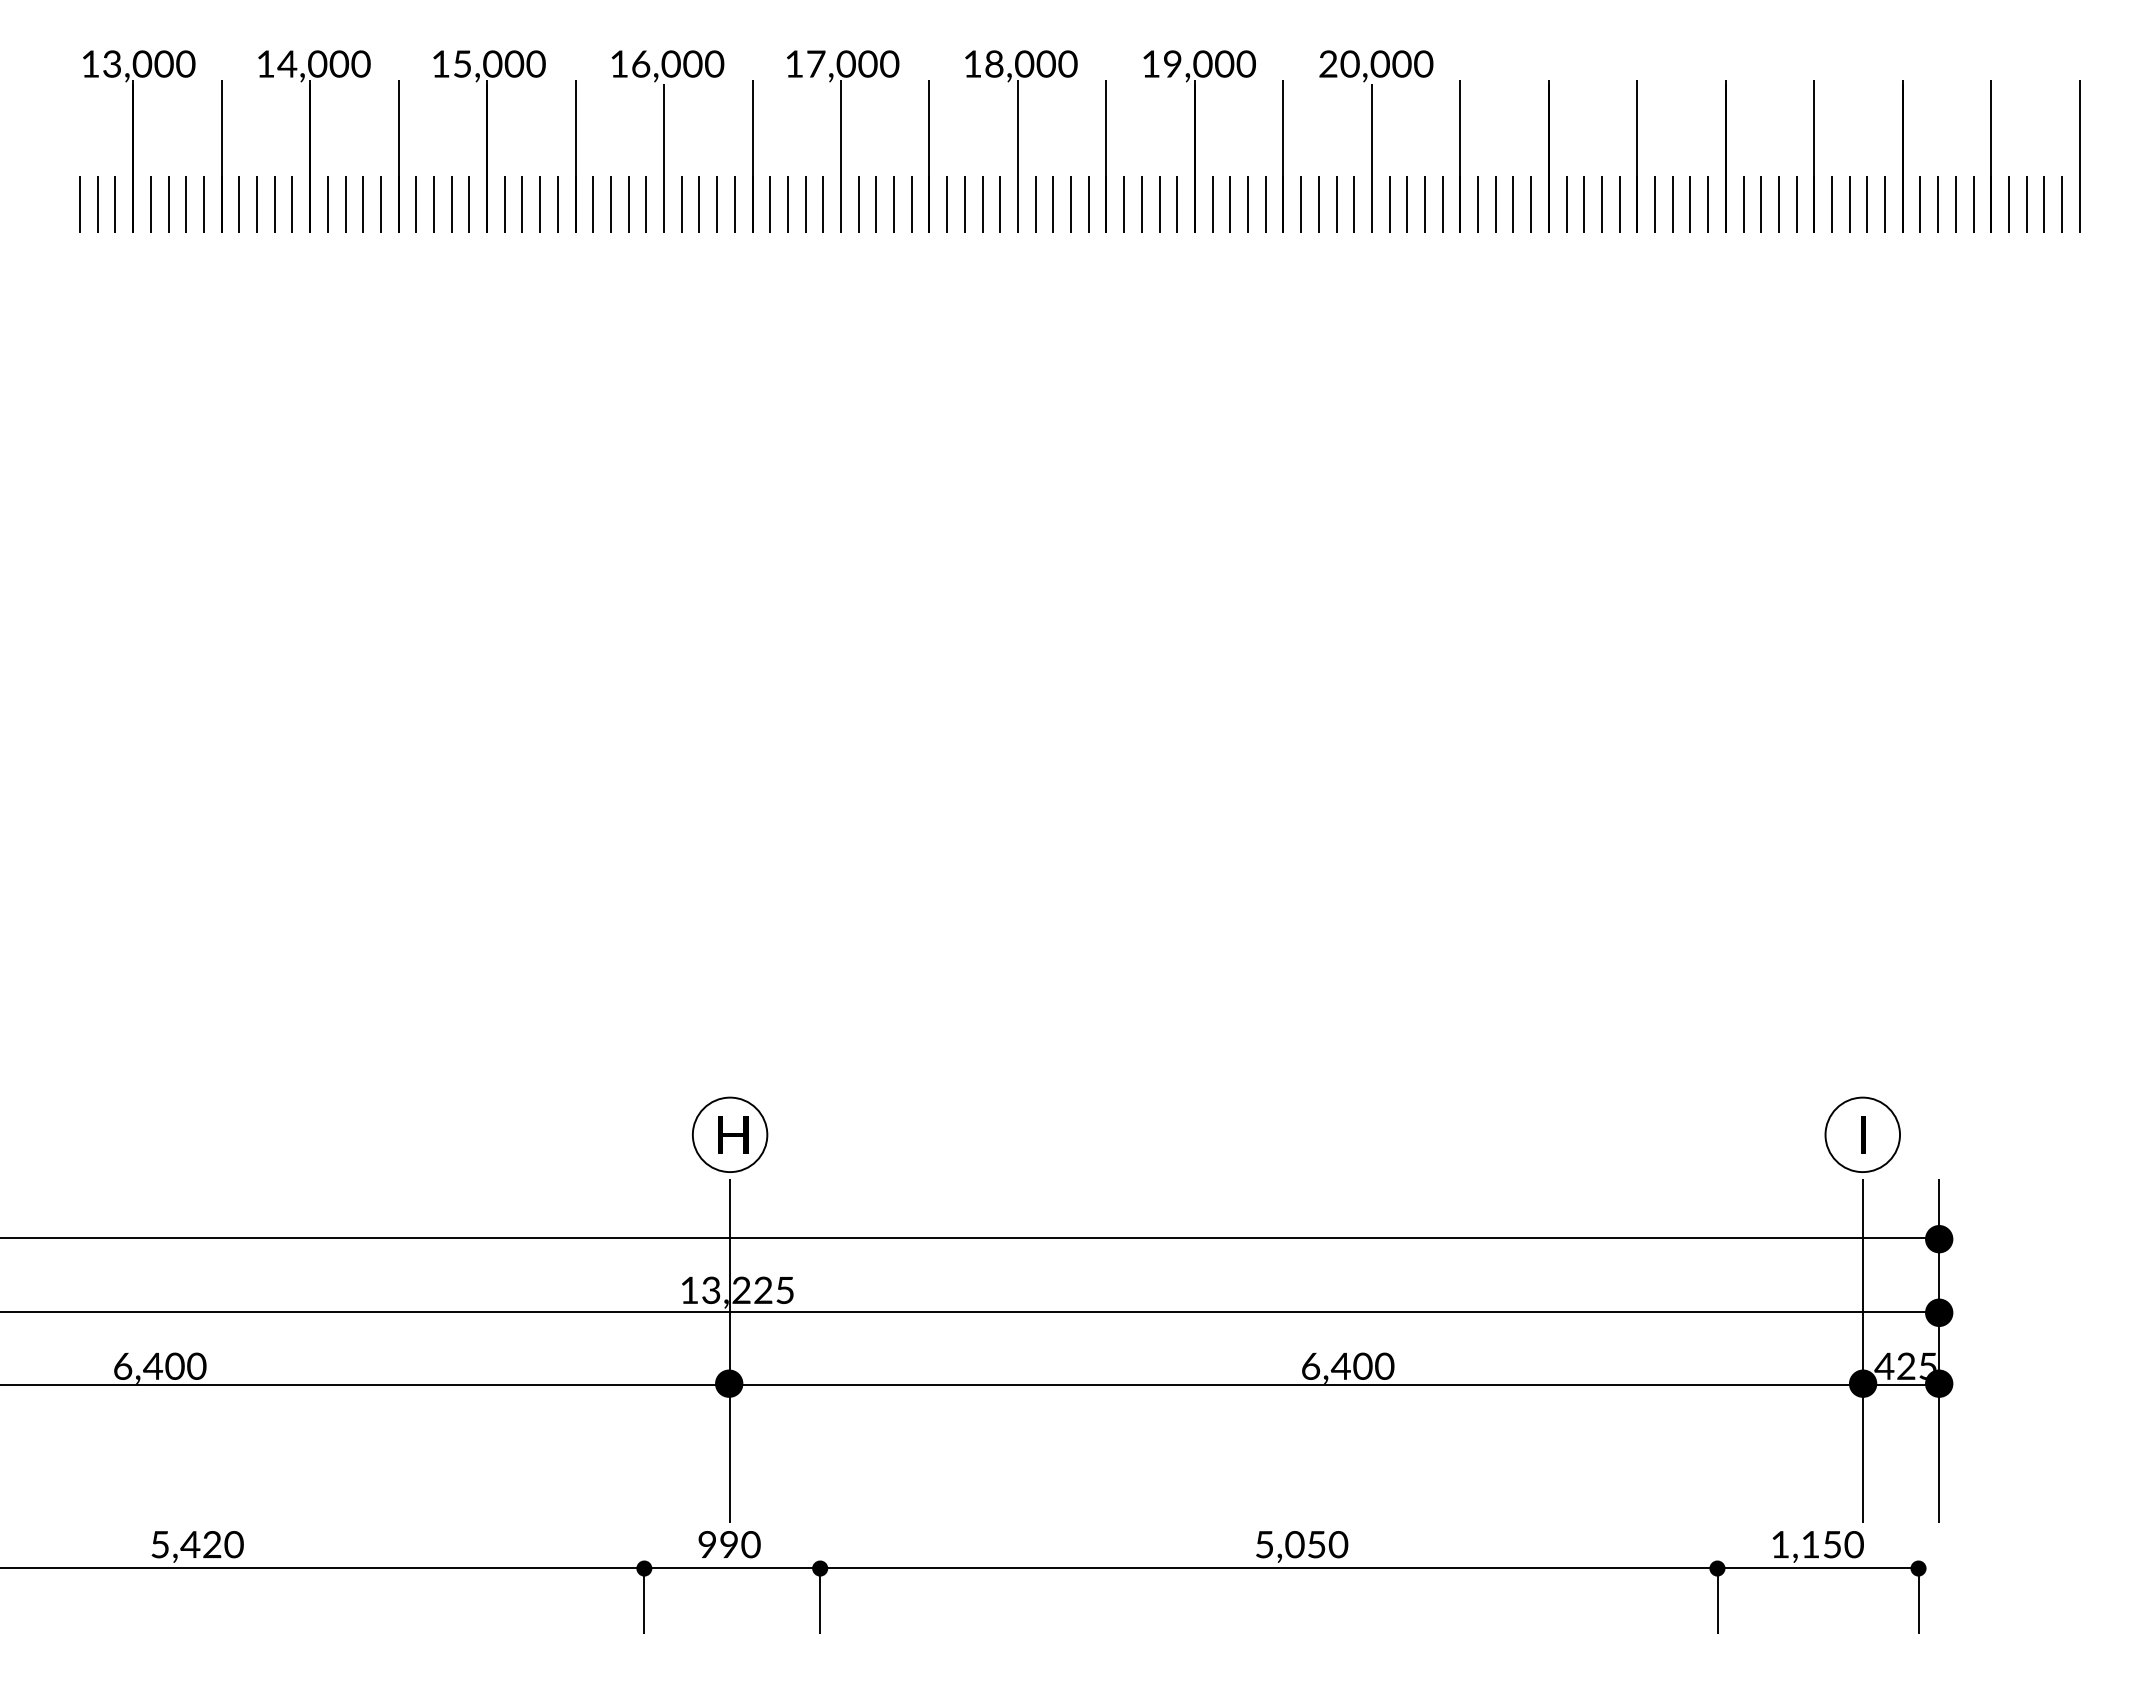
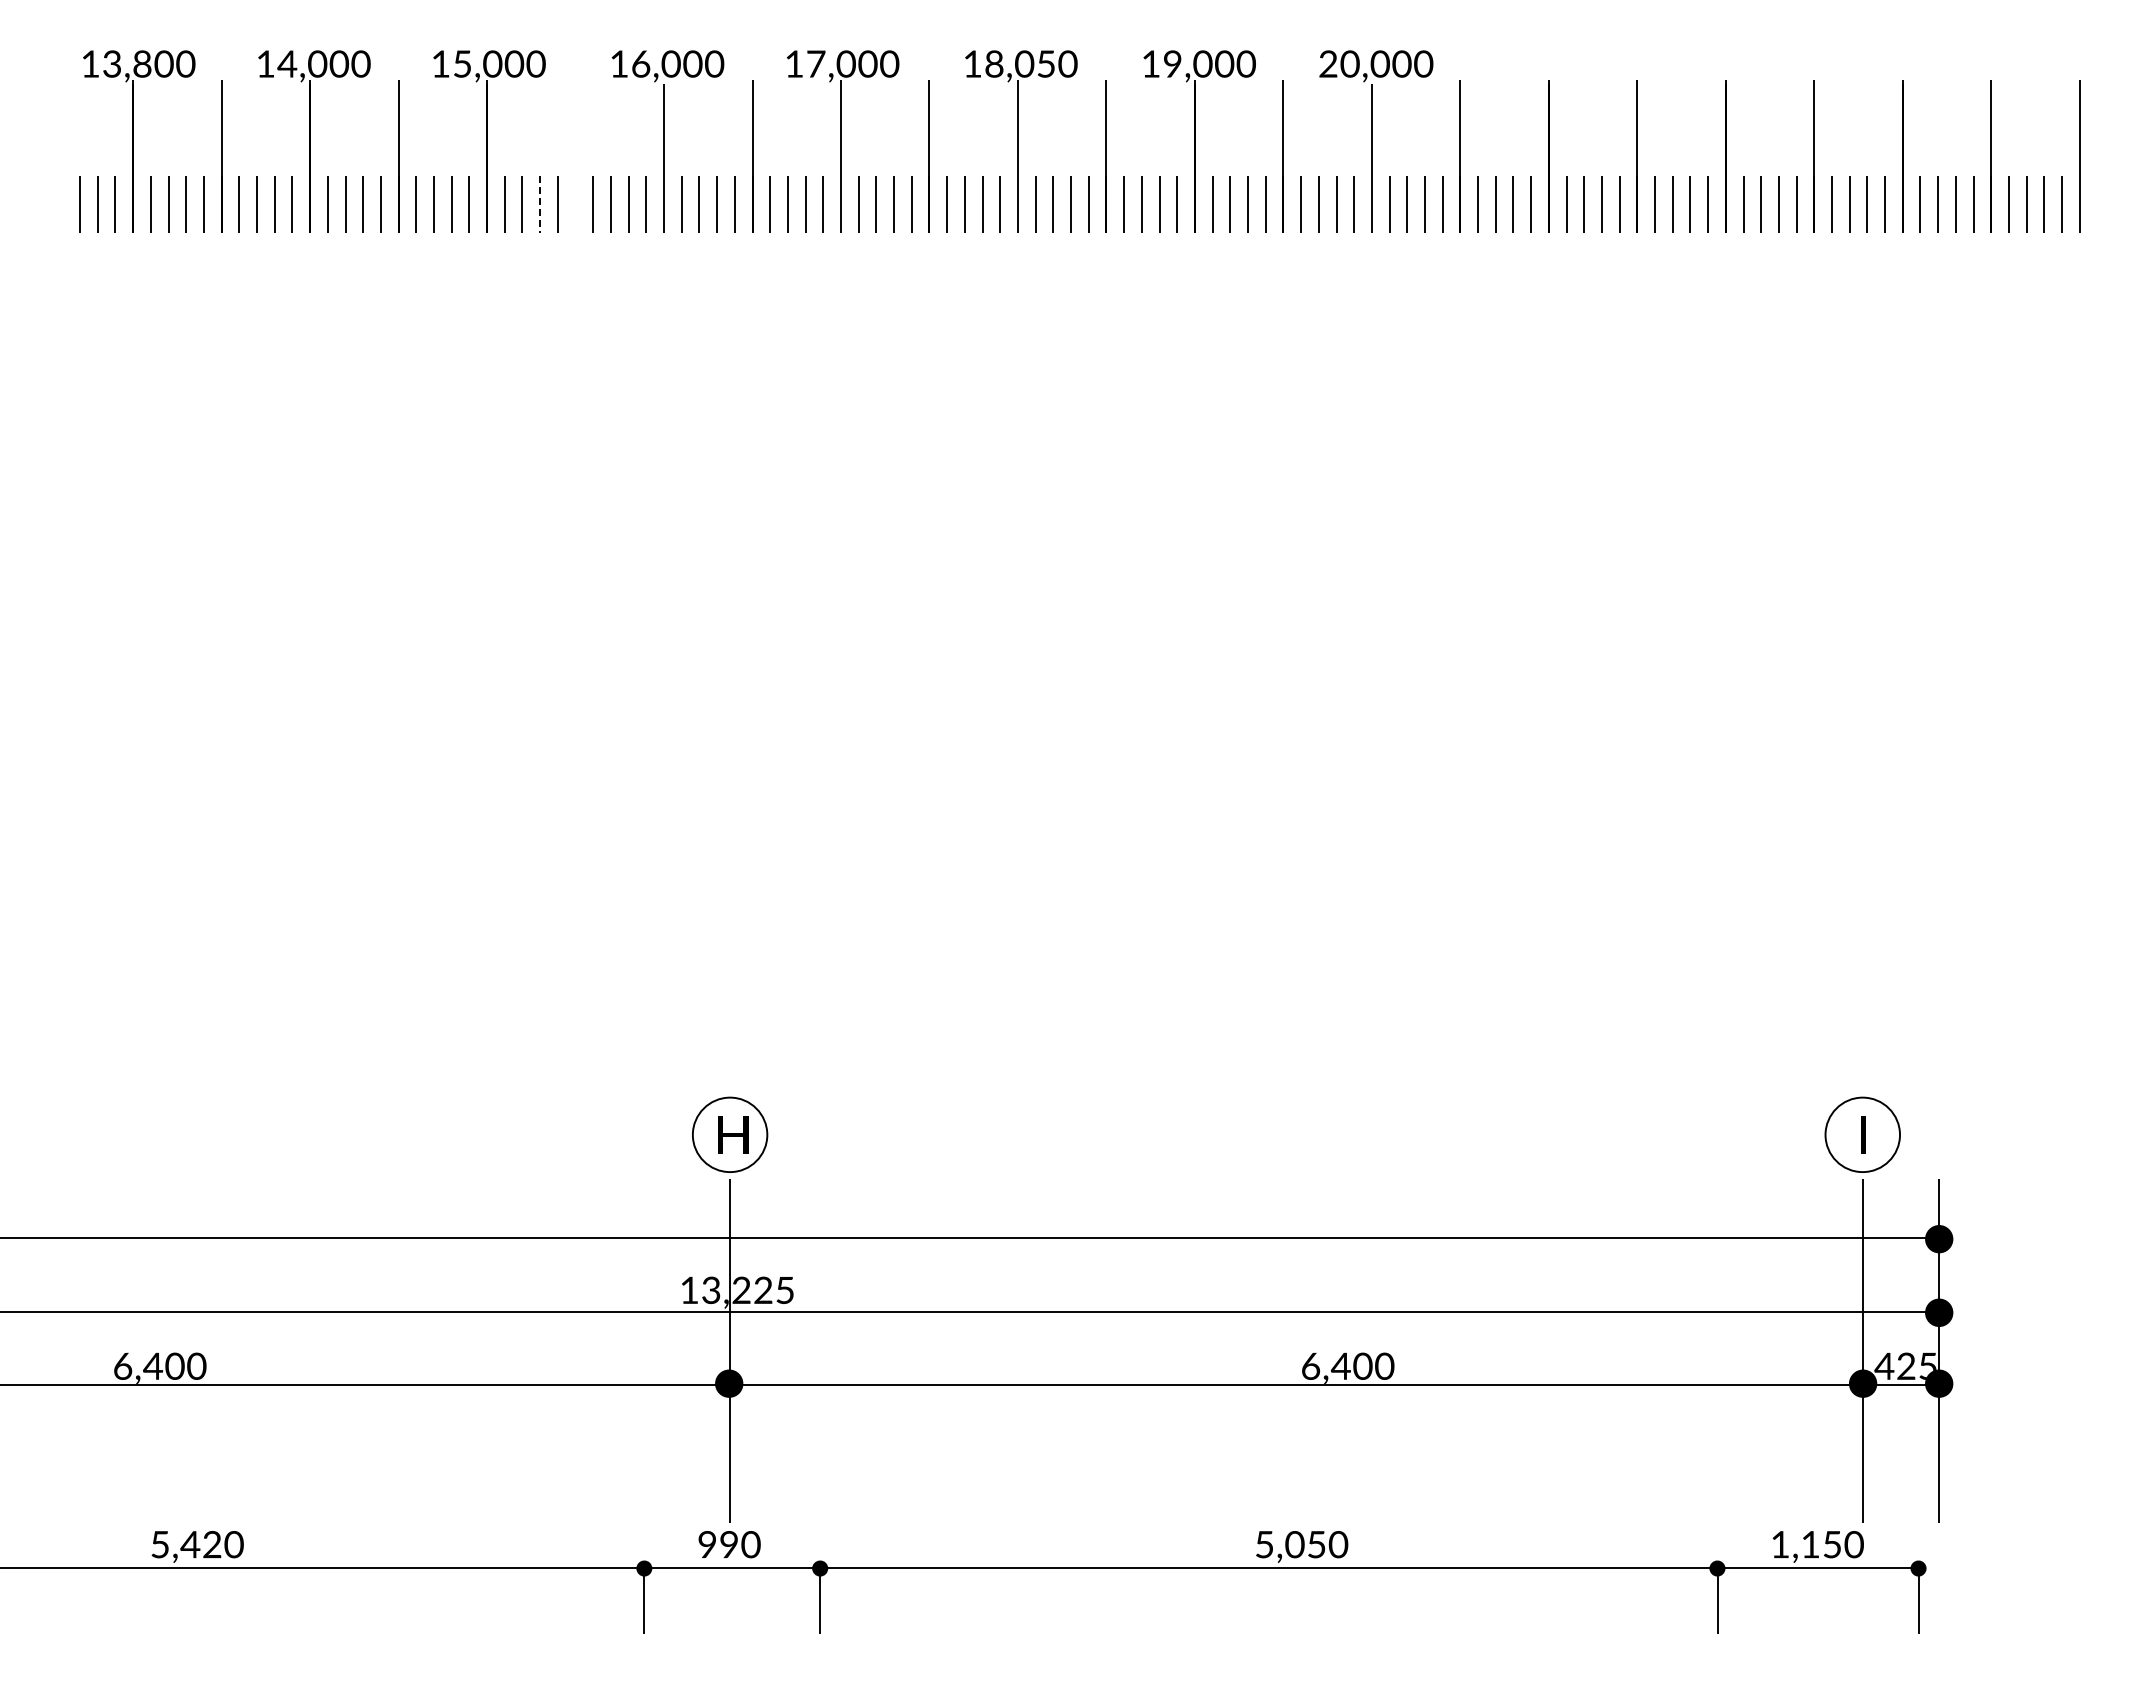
text at (1045, 63): 18,000 -> 18,050
text at (142, 64): 13,000 -> 13,800
line at (575, 156): present -> none
line at (540, 205): solid -> dashed
